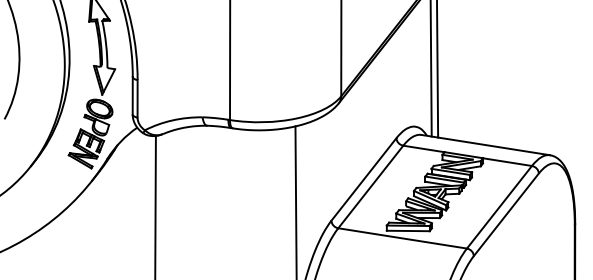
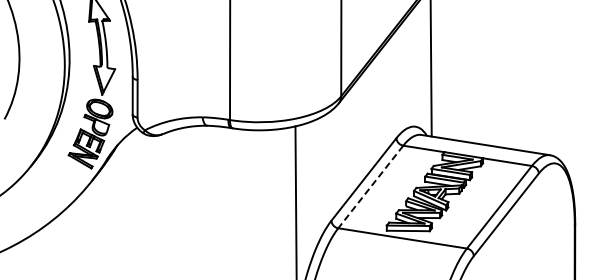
line at (437, 69): present -> none
line at (370, 186): solid -> dashed
line at (155, 205): present -> none
